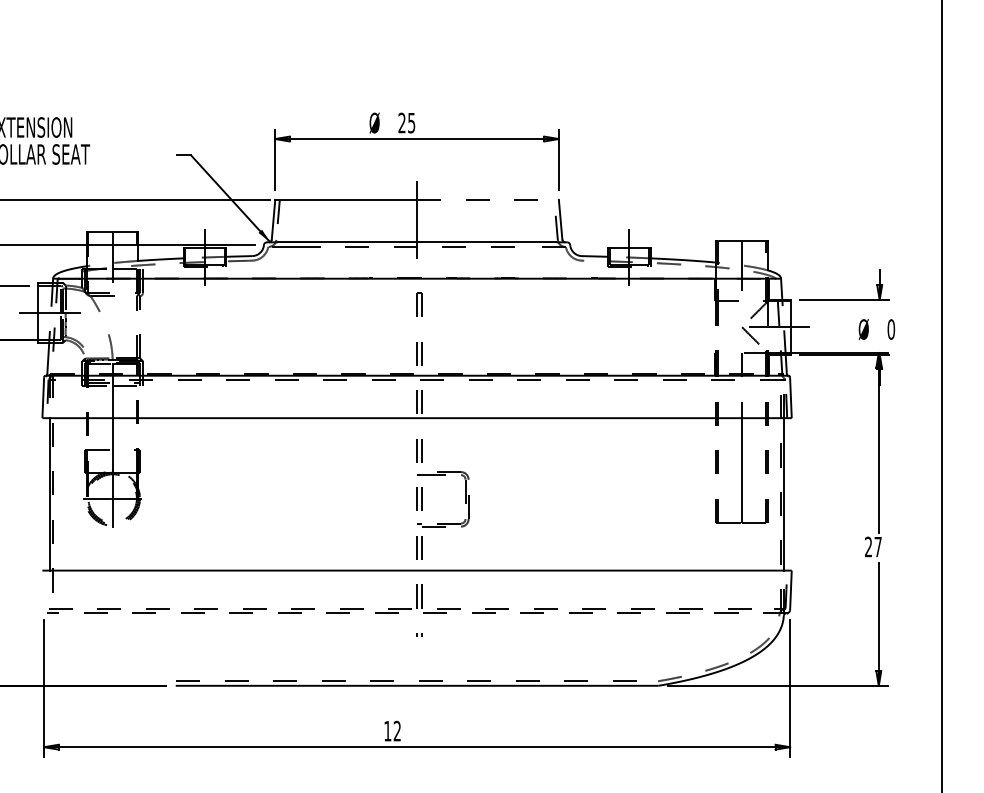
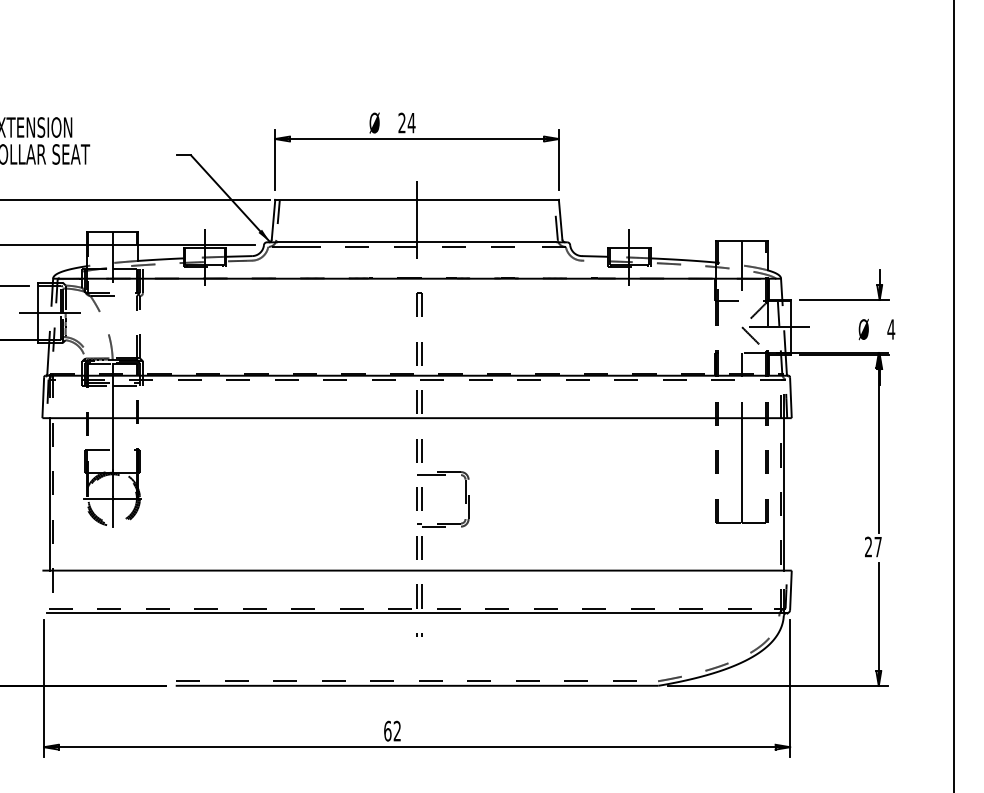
text at (411, 123): 25 -> 24
line at (487, 199): dashed -> solid
text at (891, 329): 0 -> 4
line at (942, 395) position: (942, 395) -> (954, 395)
line at (417, 613): dashed -> solid
text at (387, 730): 12 -> 62
